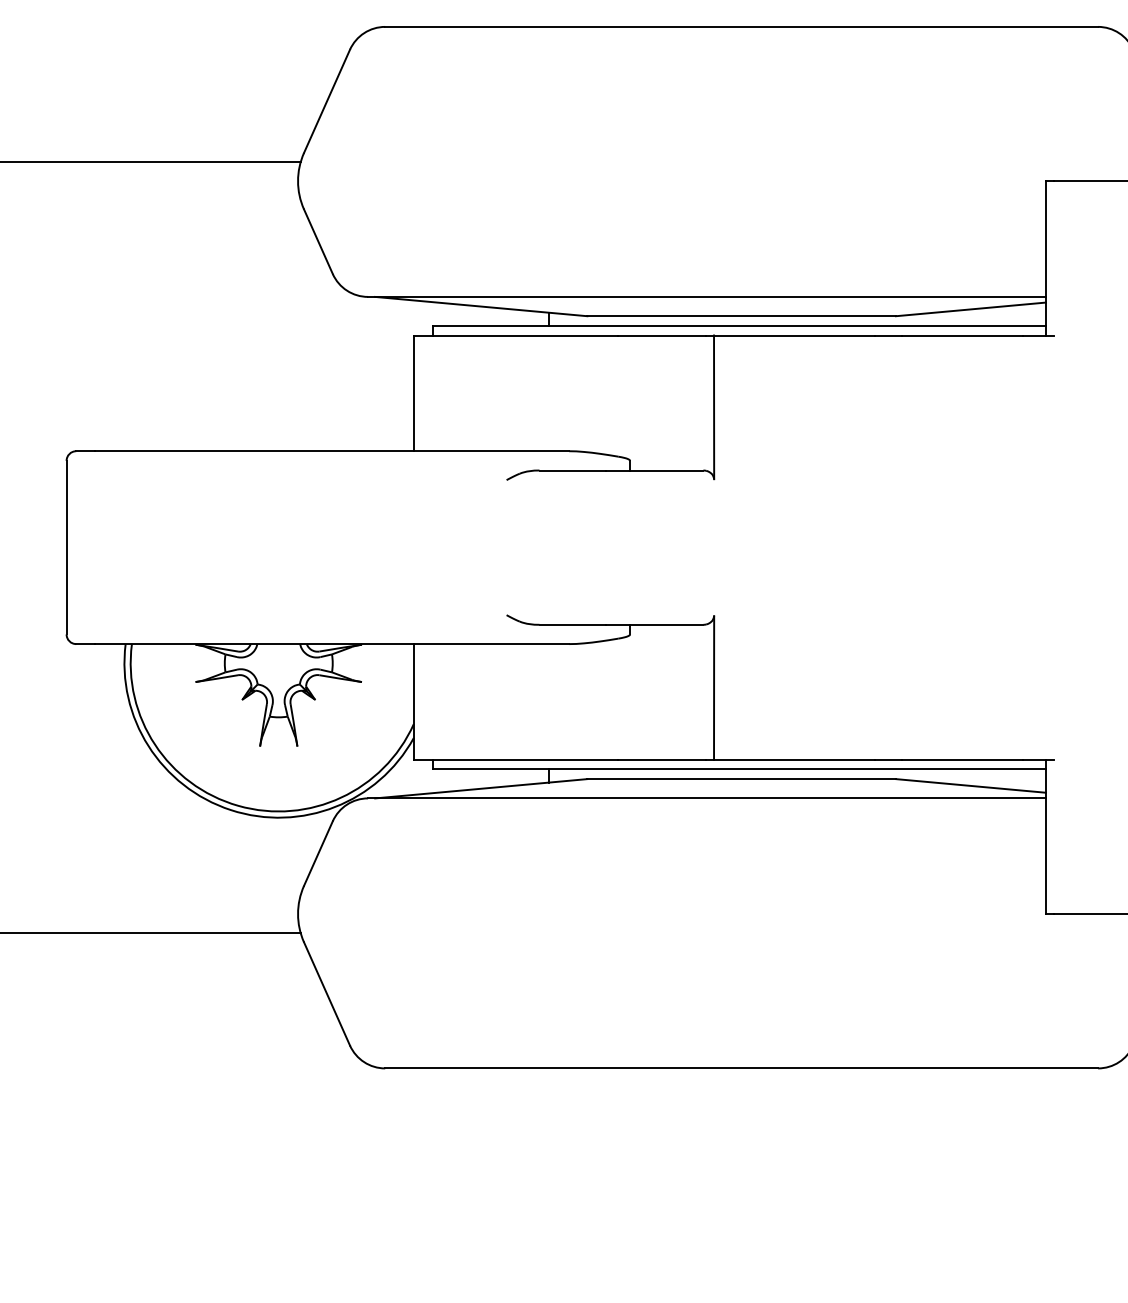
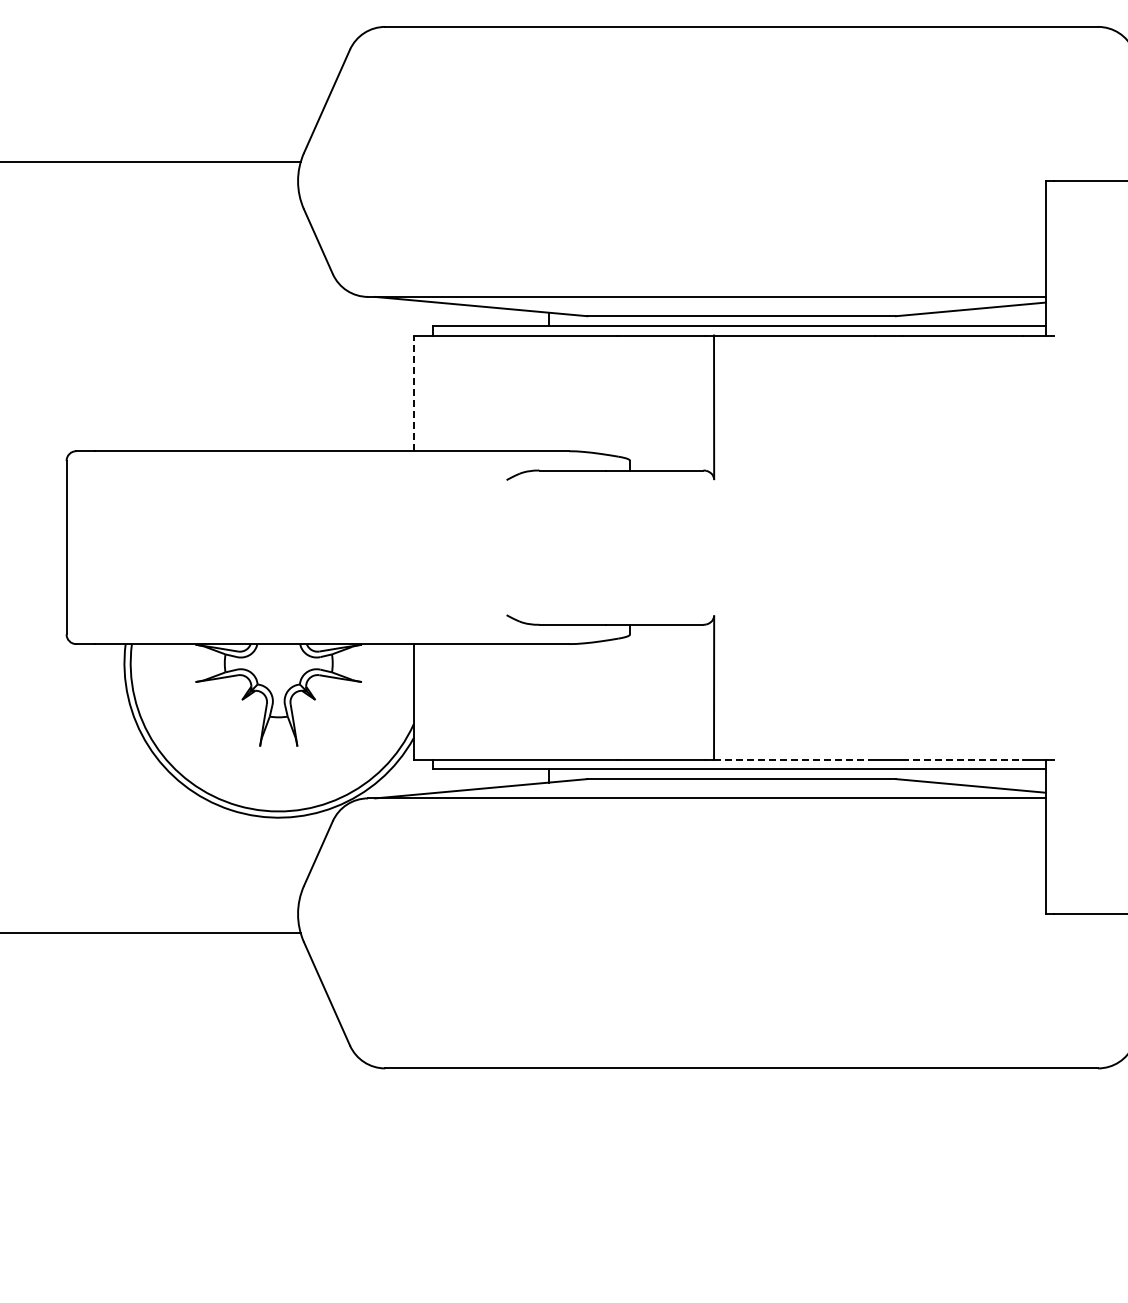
line at (413, 393): solid -> dashed
line at (794, 759): solid -> dashed
line at (962, 759): solid -> dashed
